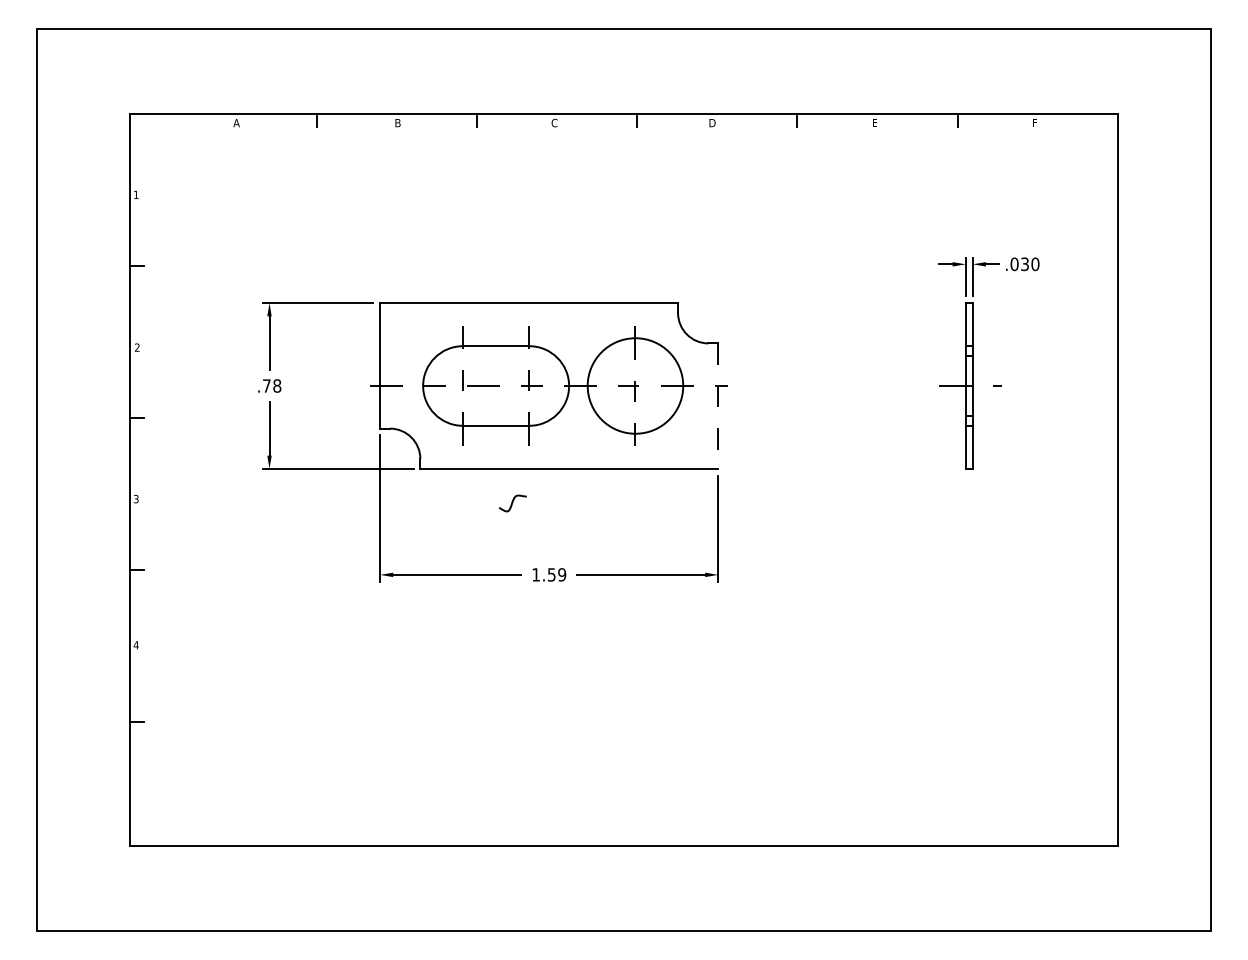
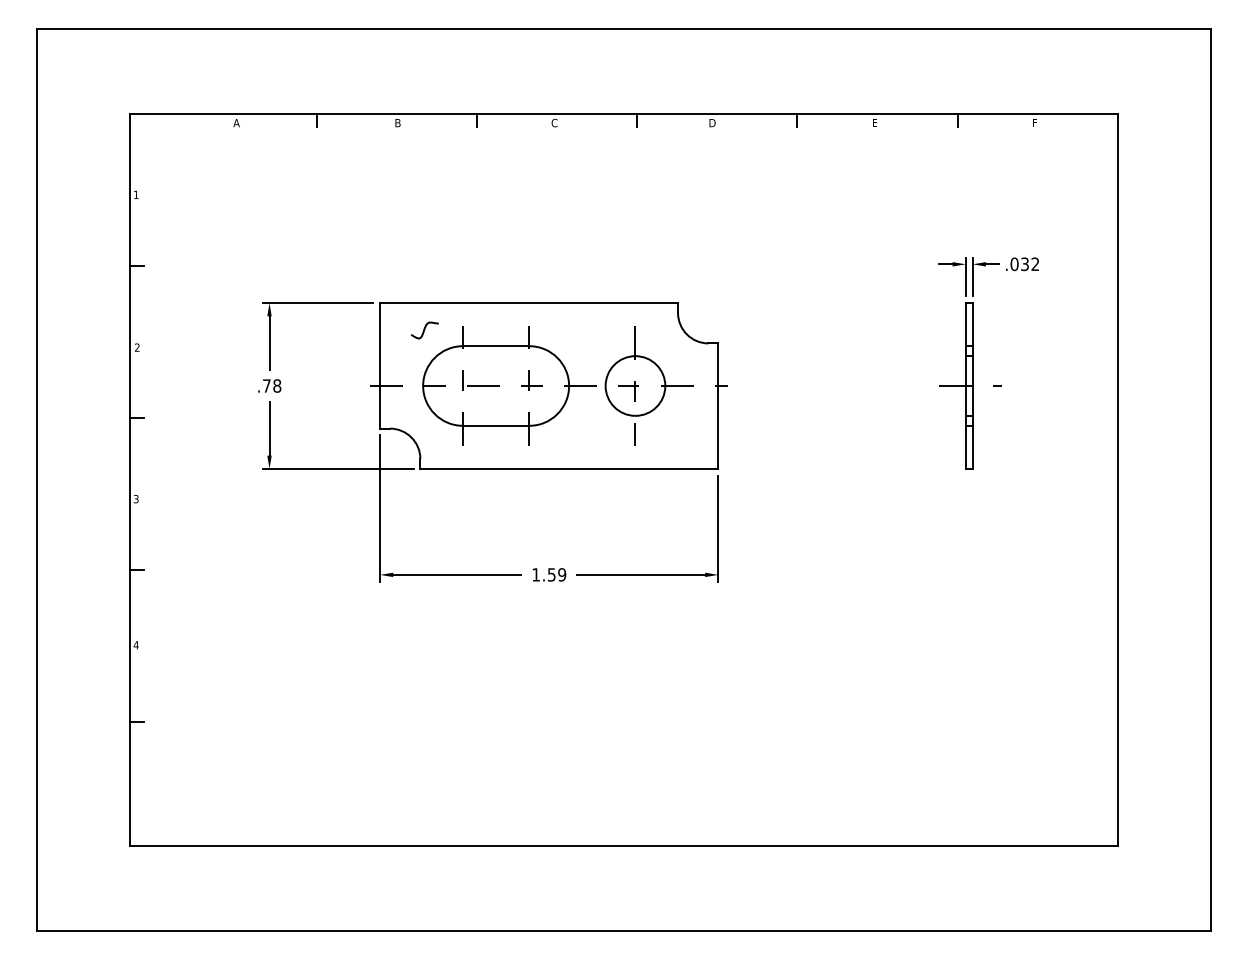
text at (1035, 264): .030 -> .032
circle at (635, 385) diameter: 96 px -> 60 px
line at (718, 406): dashed -> solid
curve at (512, 503) position: (512, 503) -> (424, 330)
